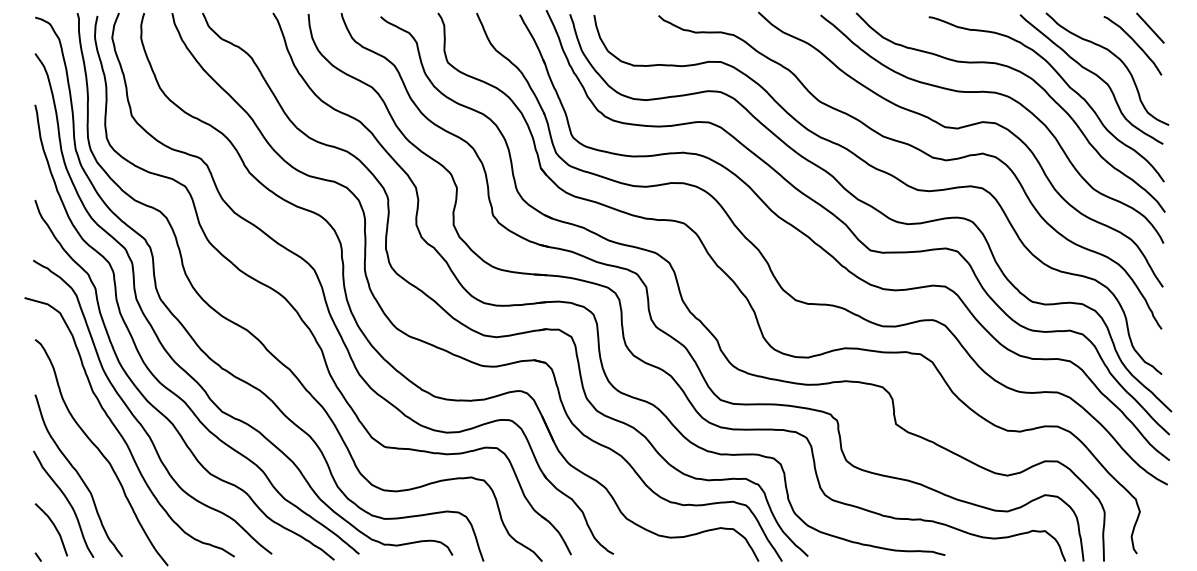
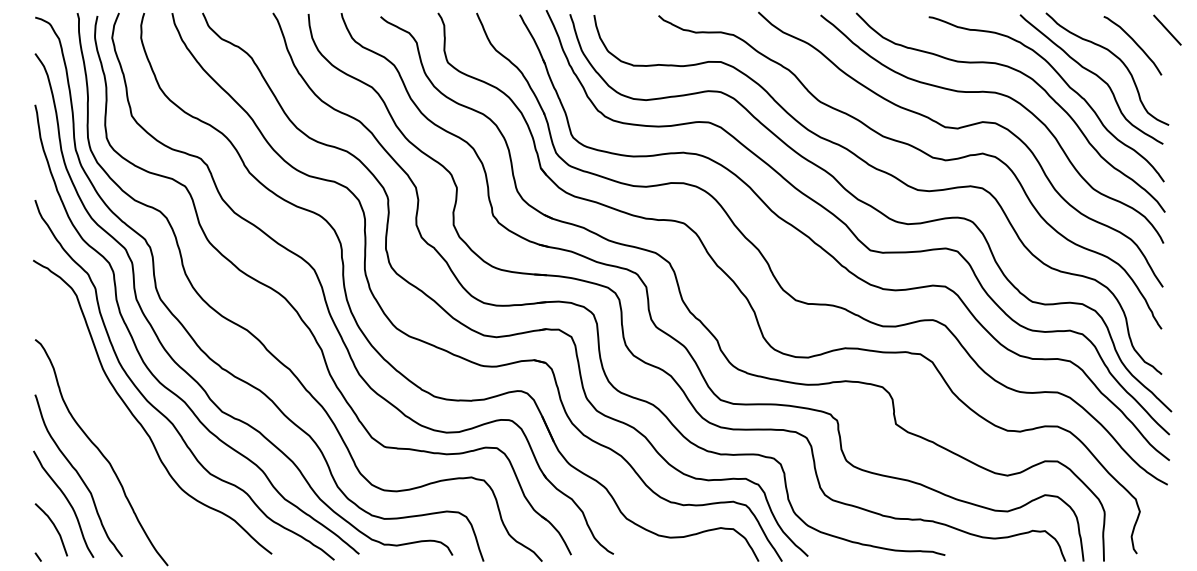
line at (1150, 27) position: (1150, 27) -> (1167, 29)
curve at (120, 432): present -> none
